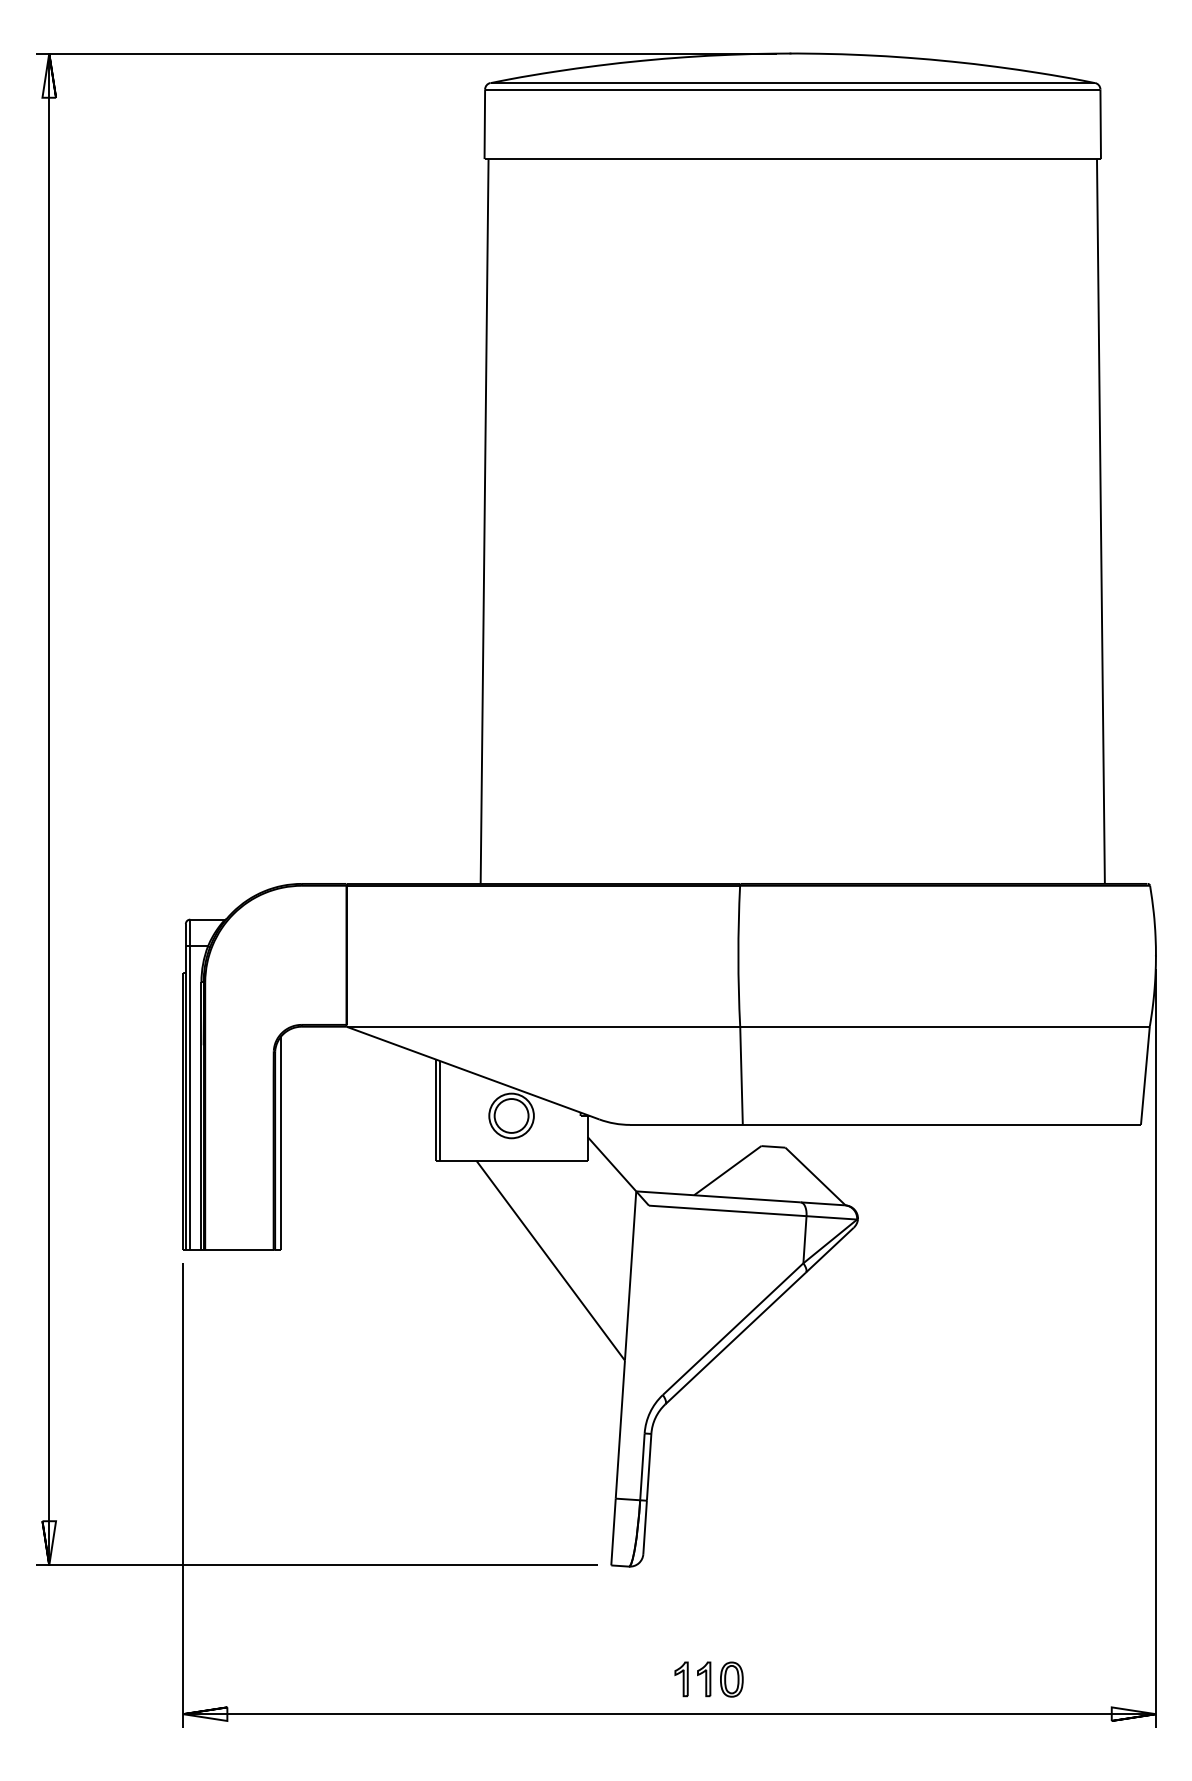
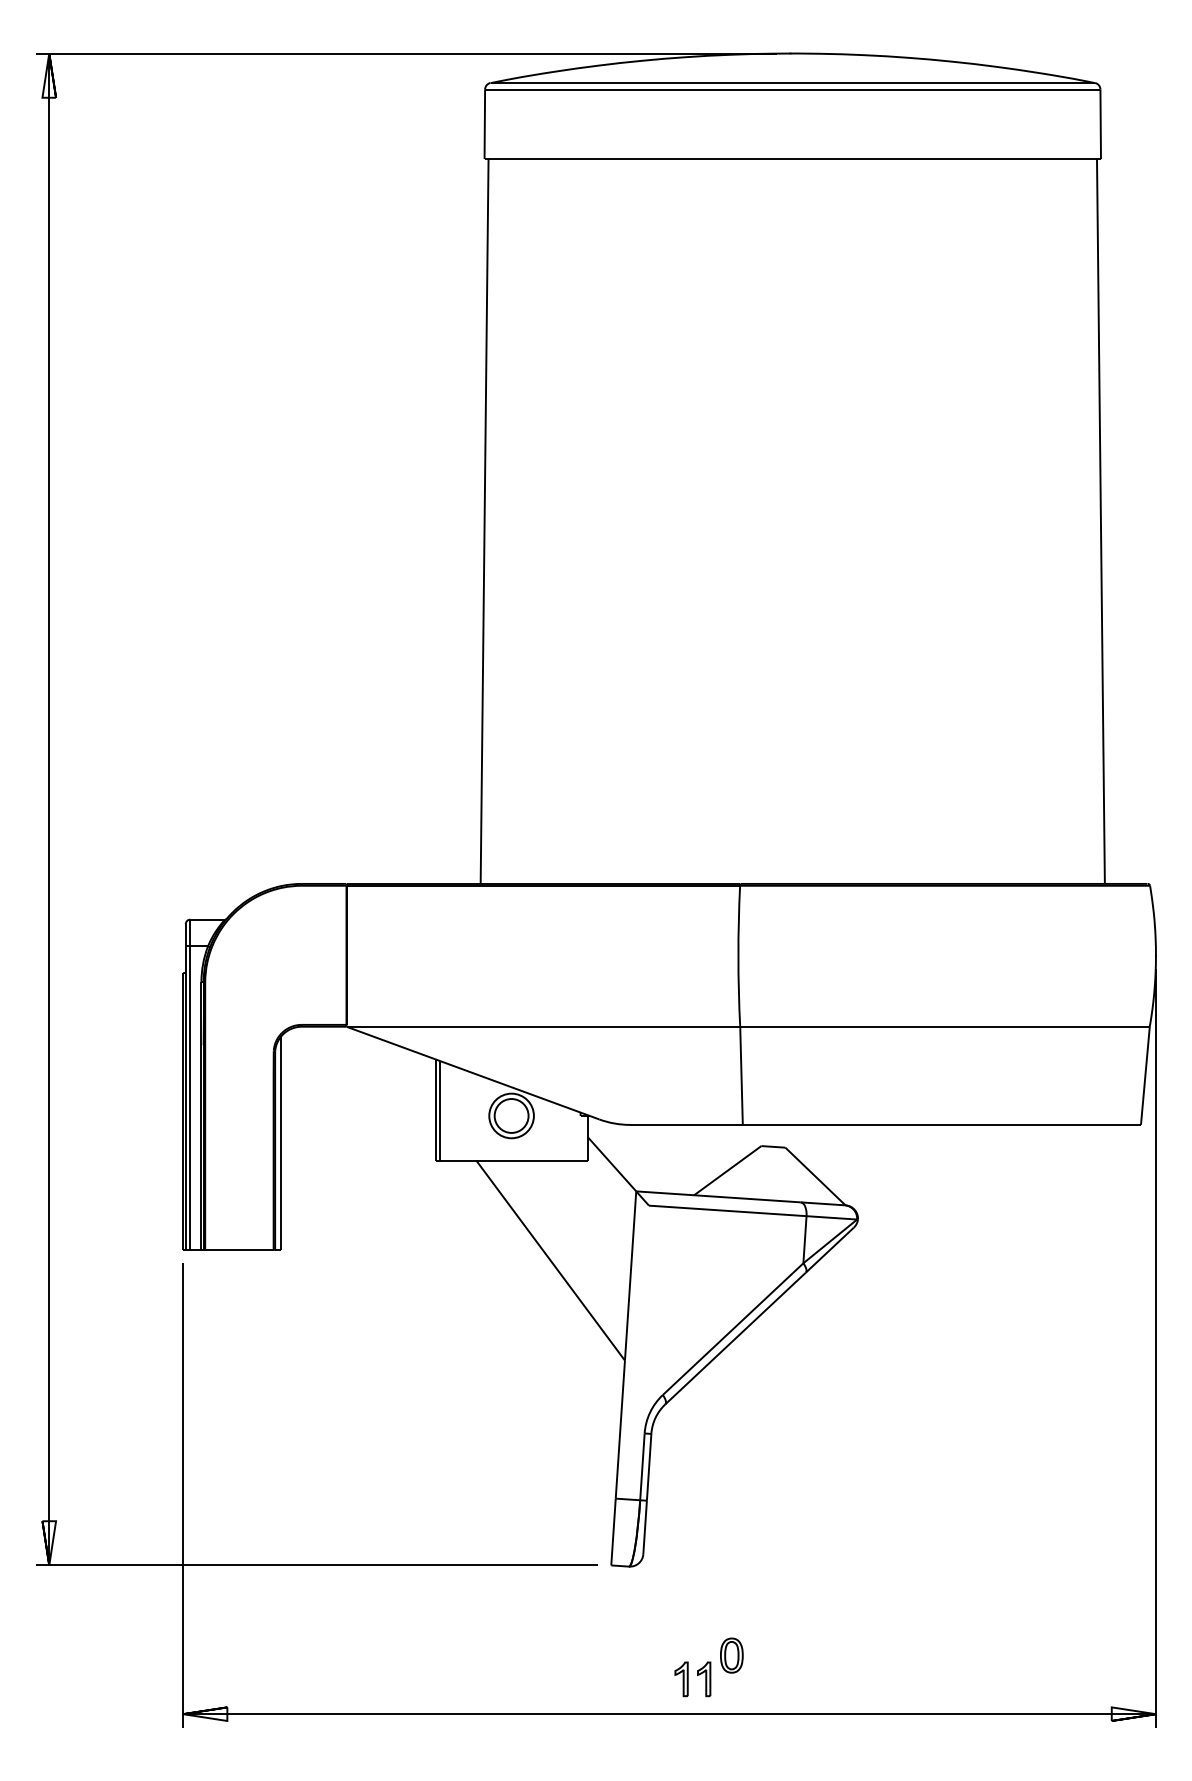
part at (731, 1679) position: (731, 1679) -> (731, 1655)
